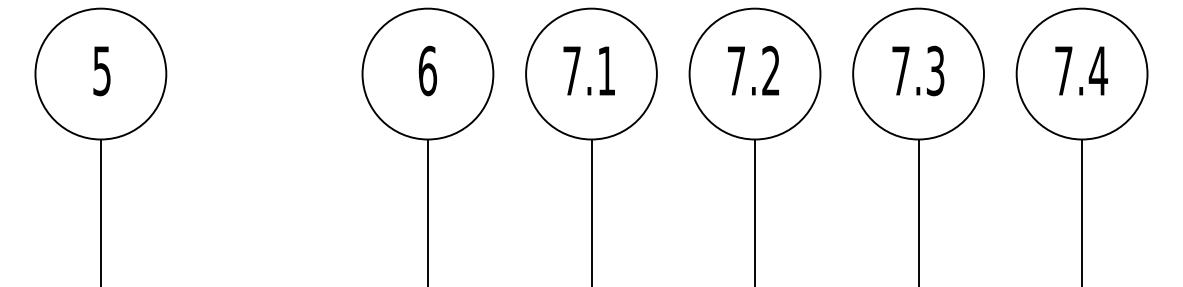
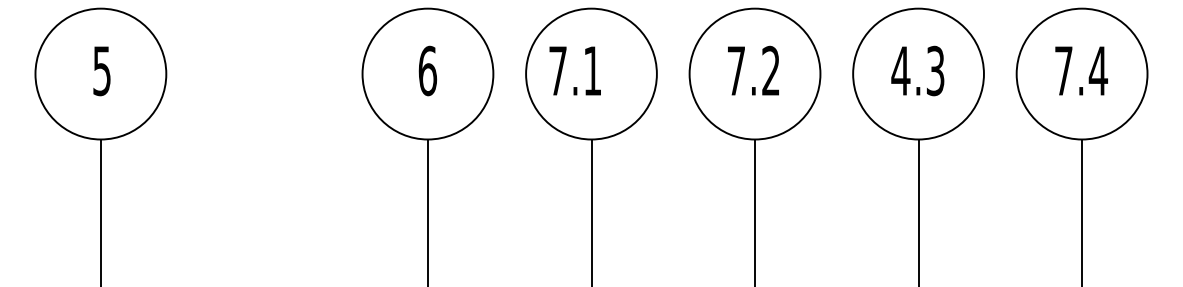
text at (588, 70) position: (588, 70) -> (574, 70)
text at (900, 70): 7.3 -> 4.3
